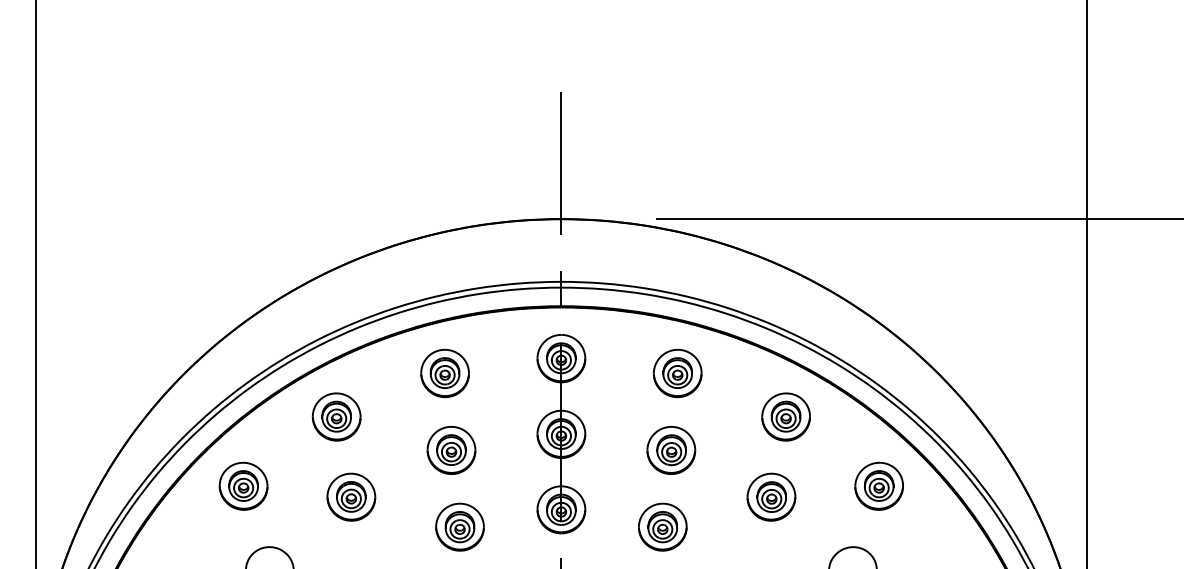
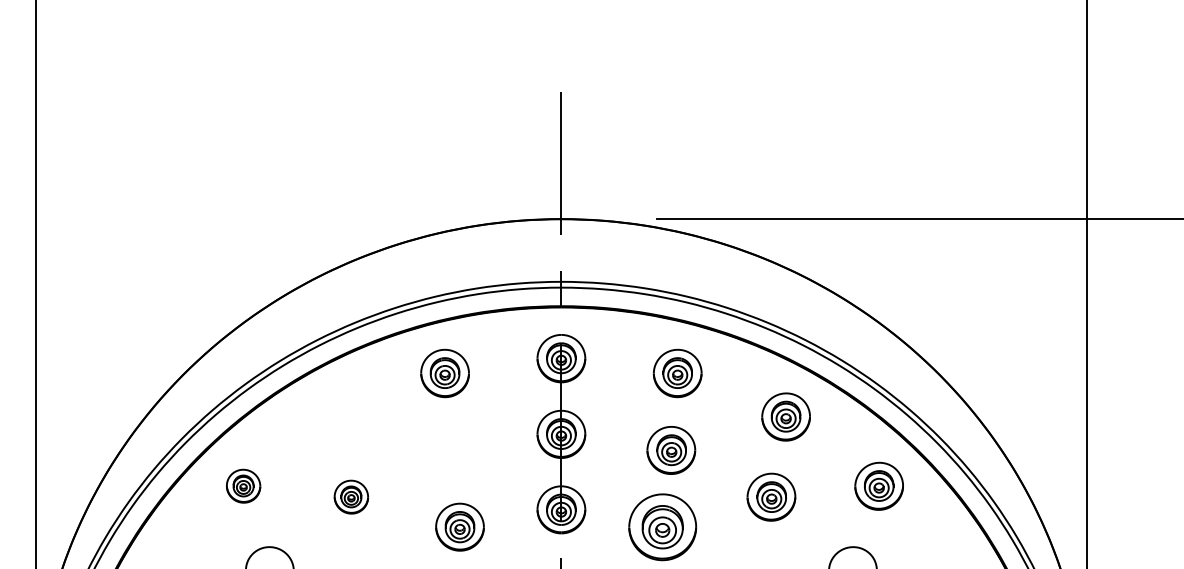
part at (336, 416): present -> none
part at (451, 450): present -> none
part at (243, 485) size: 51x50 px -> 36x36 px
part at (351, 496) size: 51x50 px -> 36x36 px
part at (662, 526) size: 50x50 px -> 70x69 px
